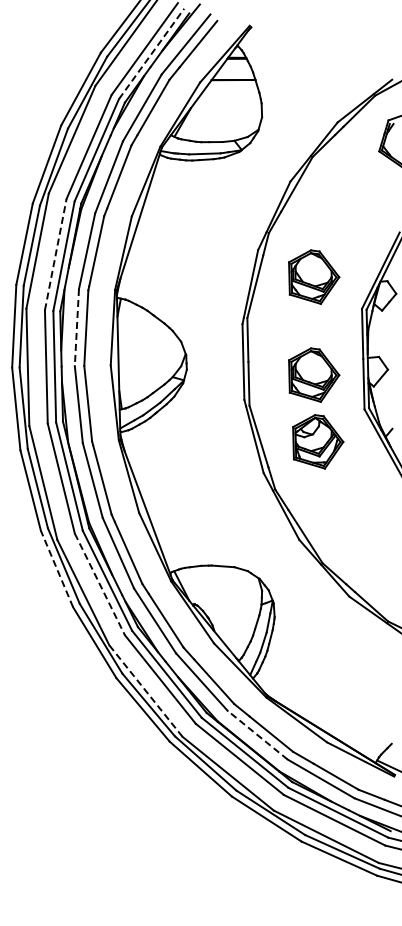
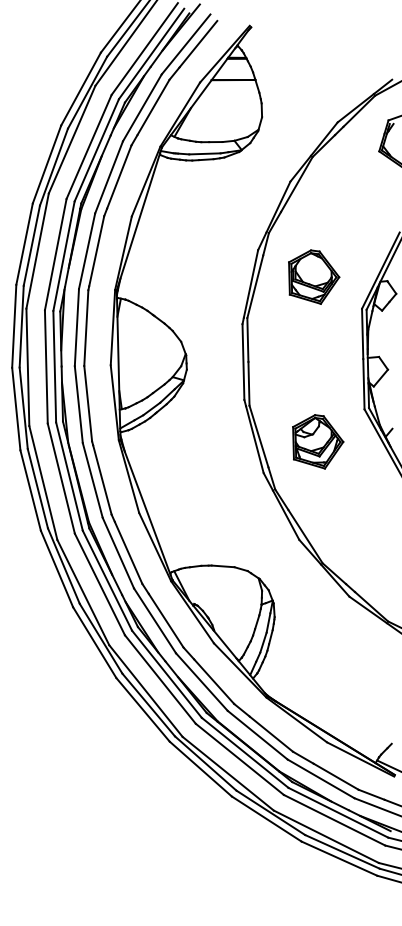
line at (151, 53): dashed -> solid
line at (55, 254): dashed -> solid
line at (76, 327): dashed -> solid
part at (314, 374): present -> none
line at (56, 568): dashed -> solid
line at (99, 584): dashed -> solid
line at (145, 691): dashed -> solid
line at (257, 735): dashed -> solid
